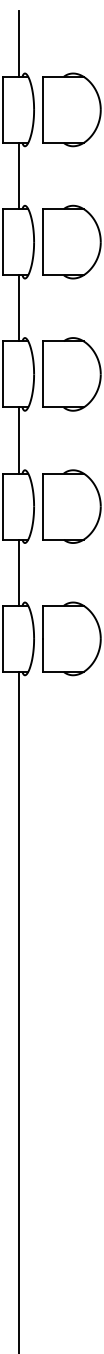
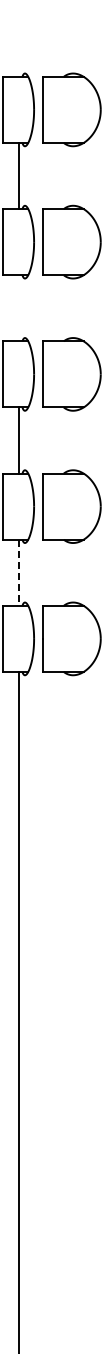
line at (19, 43): present -> none
line at (19, 308): present -> none
line at (19, 573): solid -> dashed
